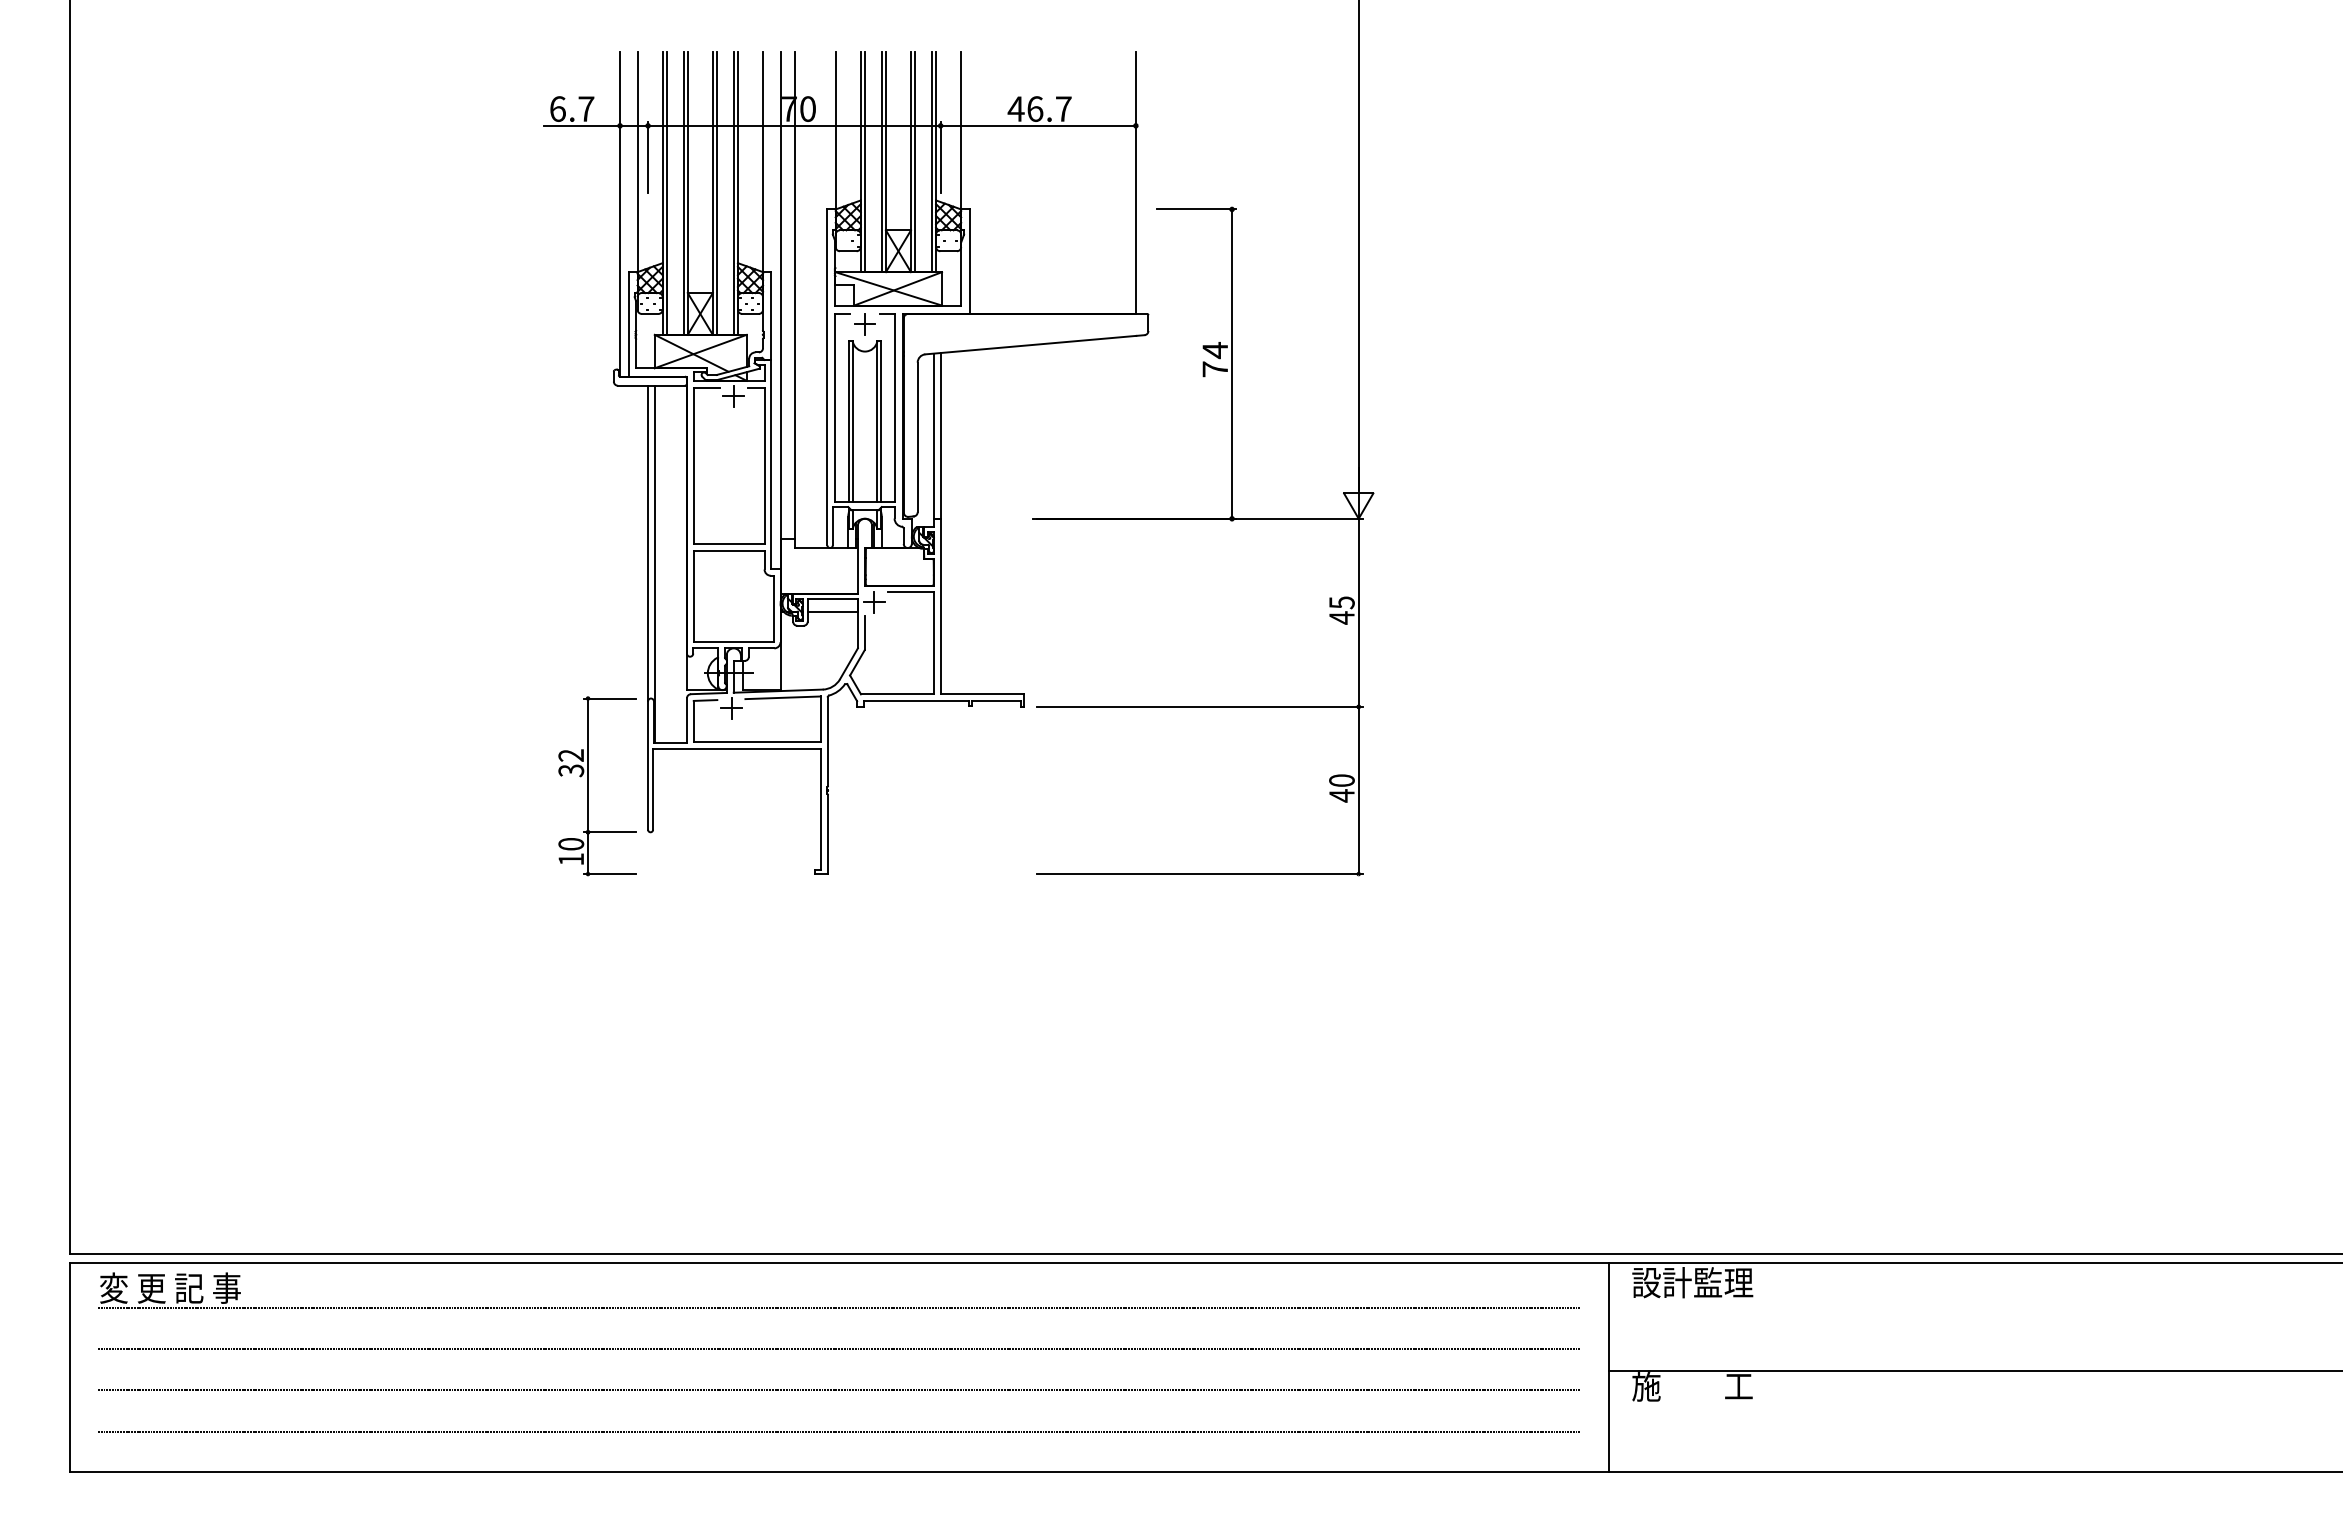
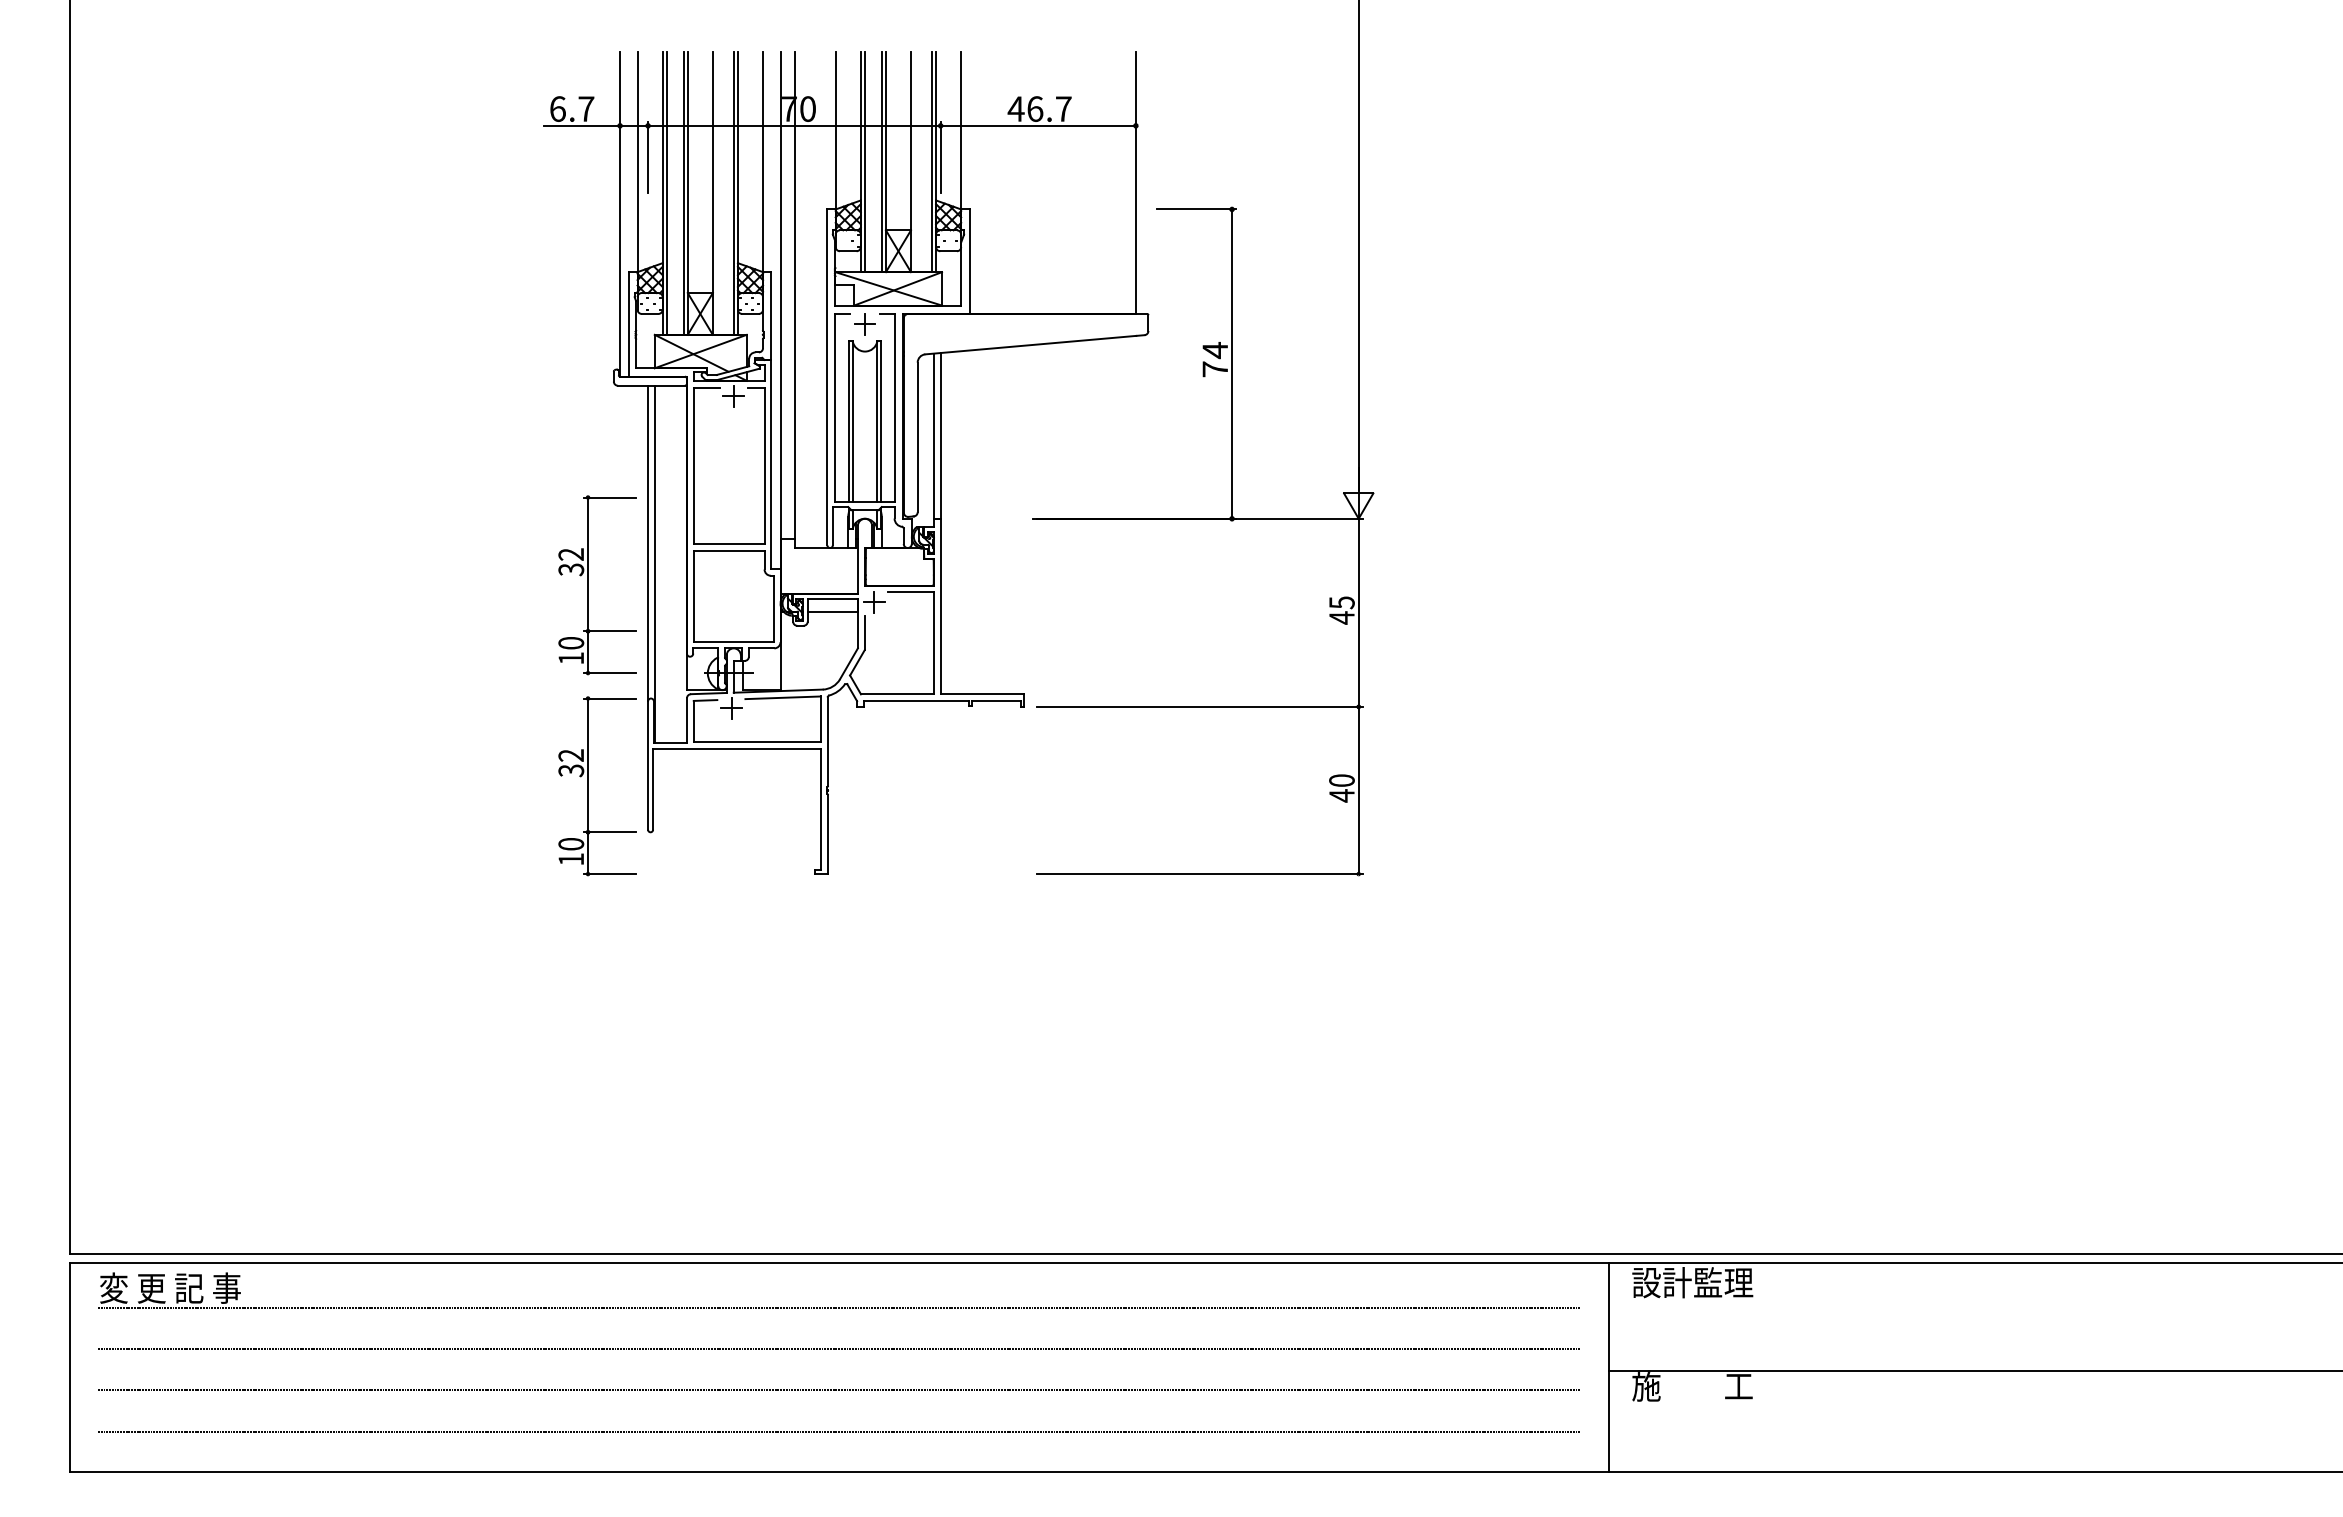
line at (915, 161): present -> none
line at (717, 192): present -> none
part at (588, 585): none -> present
